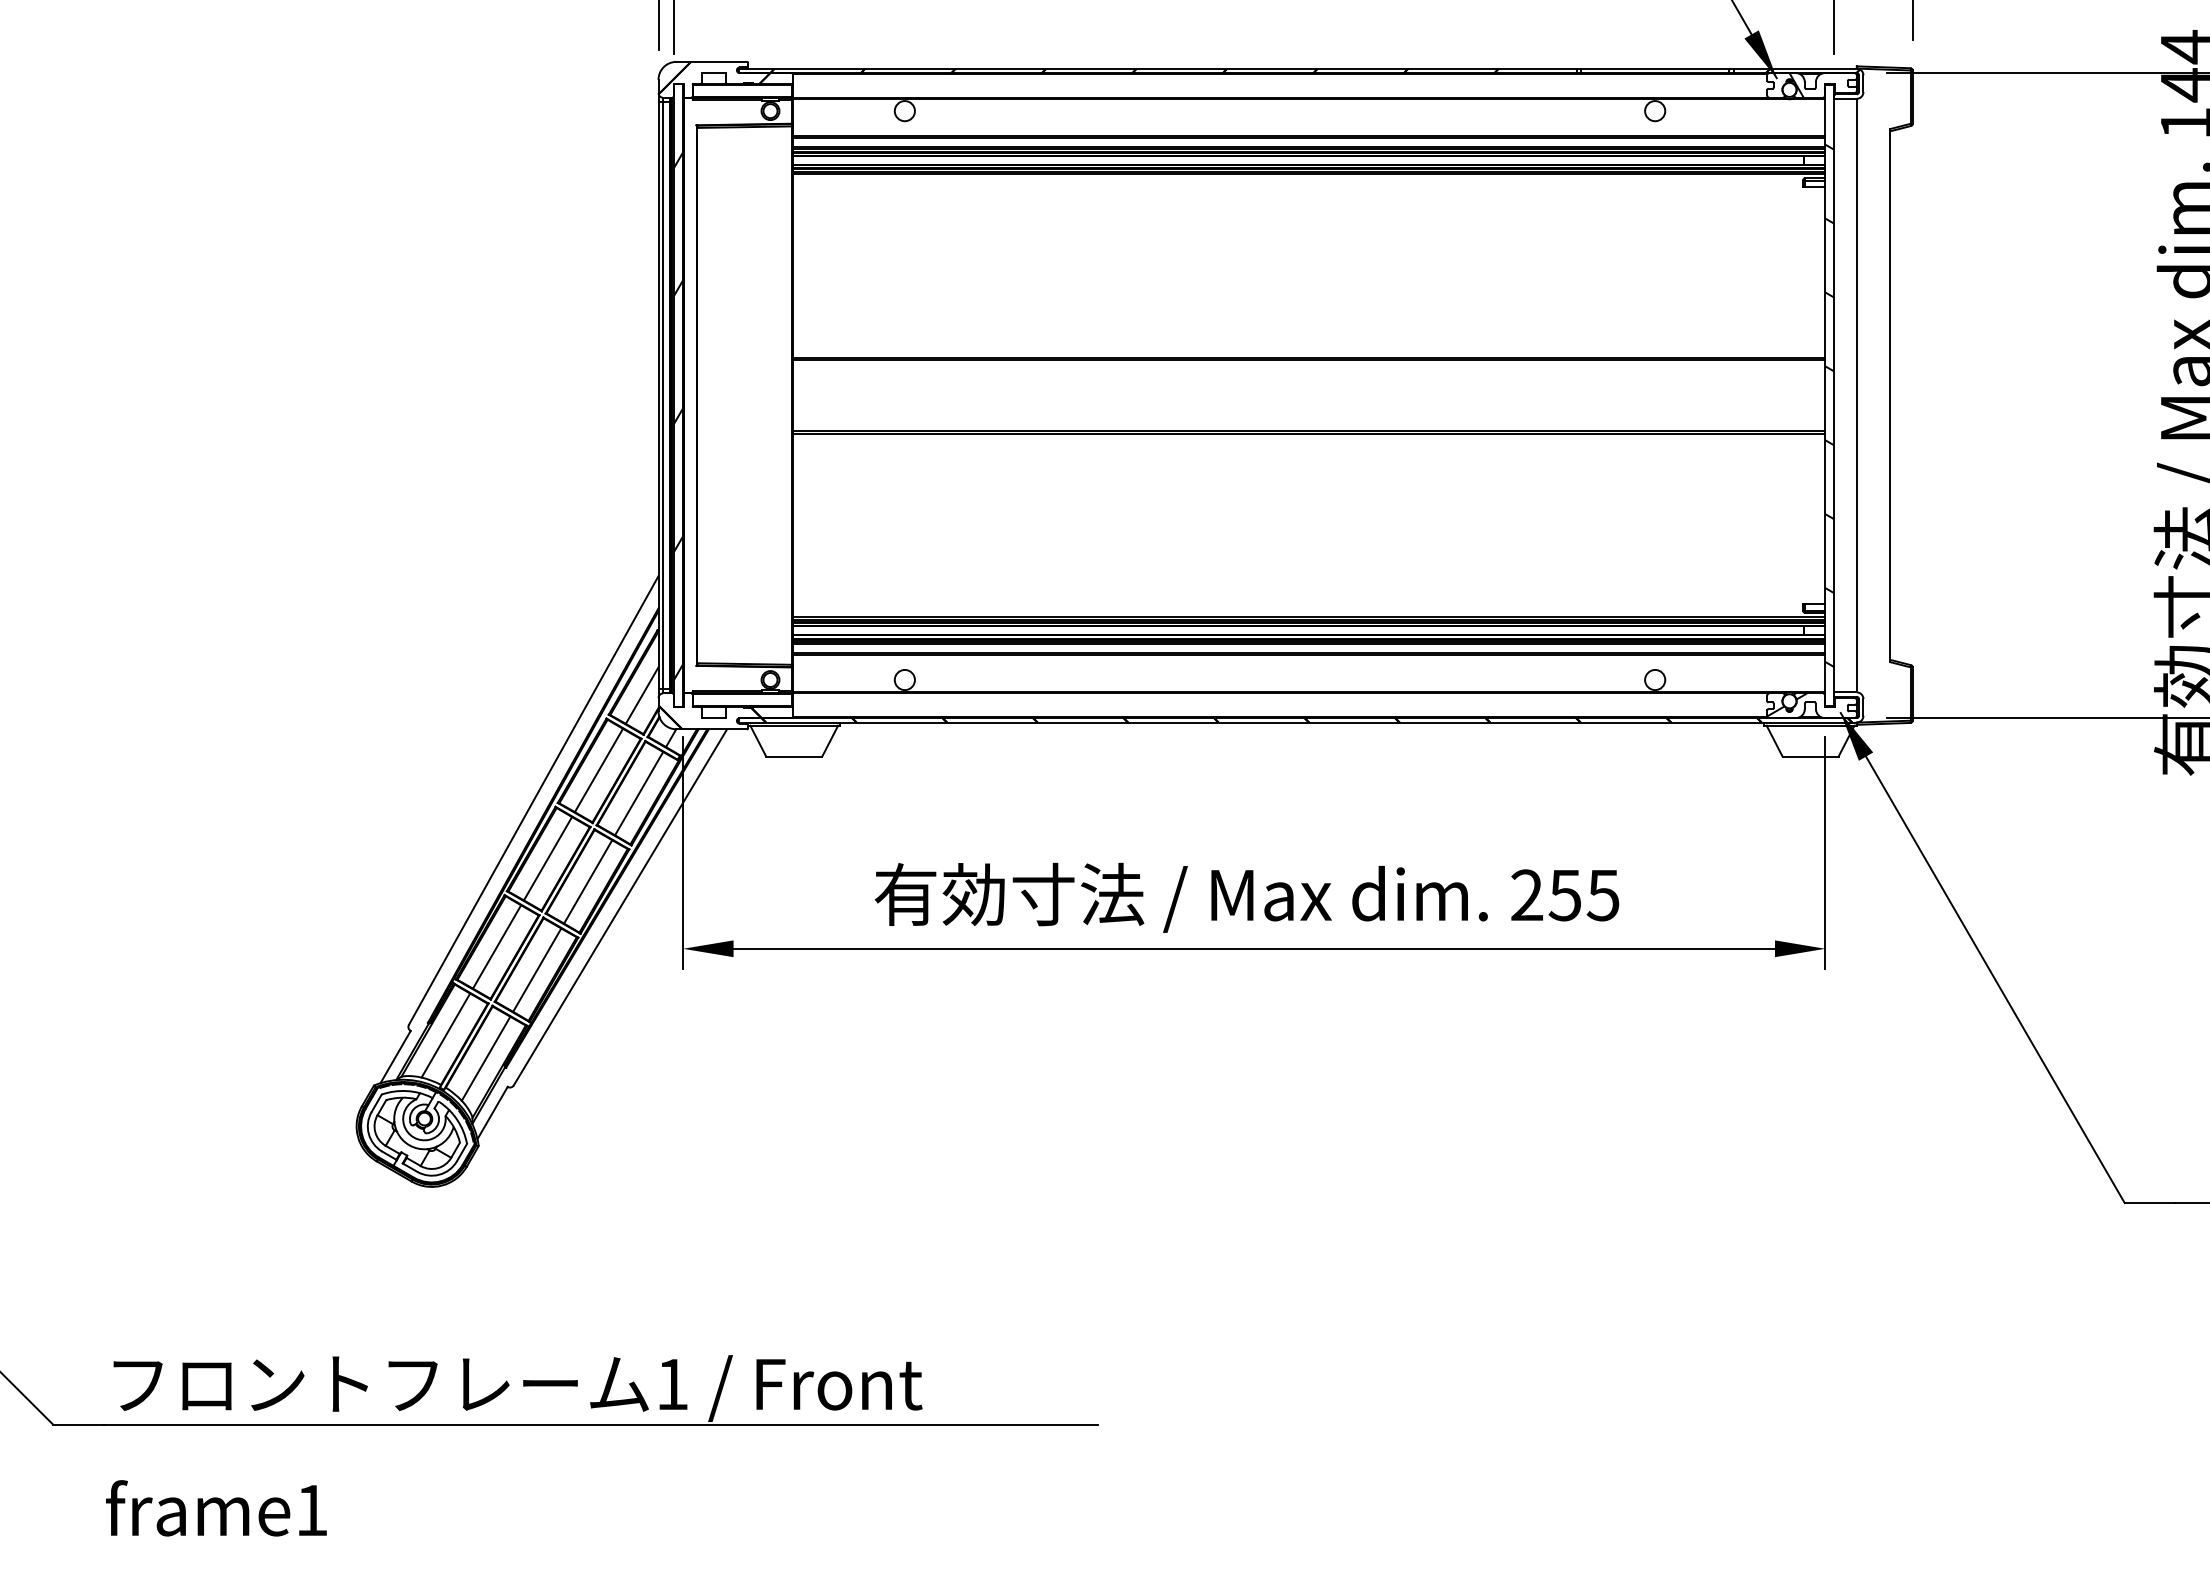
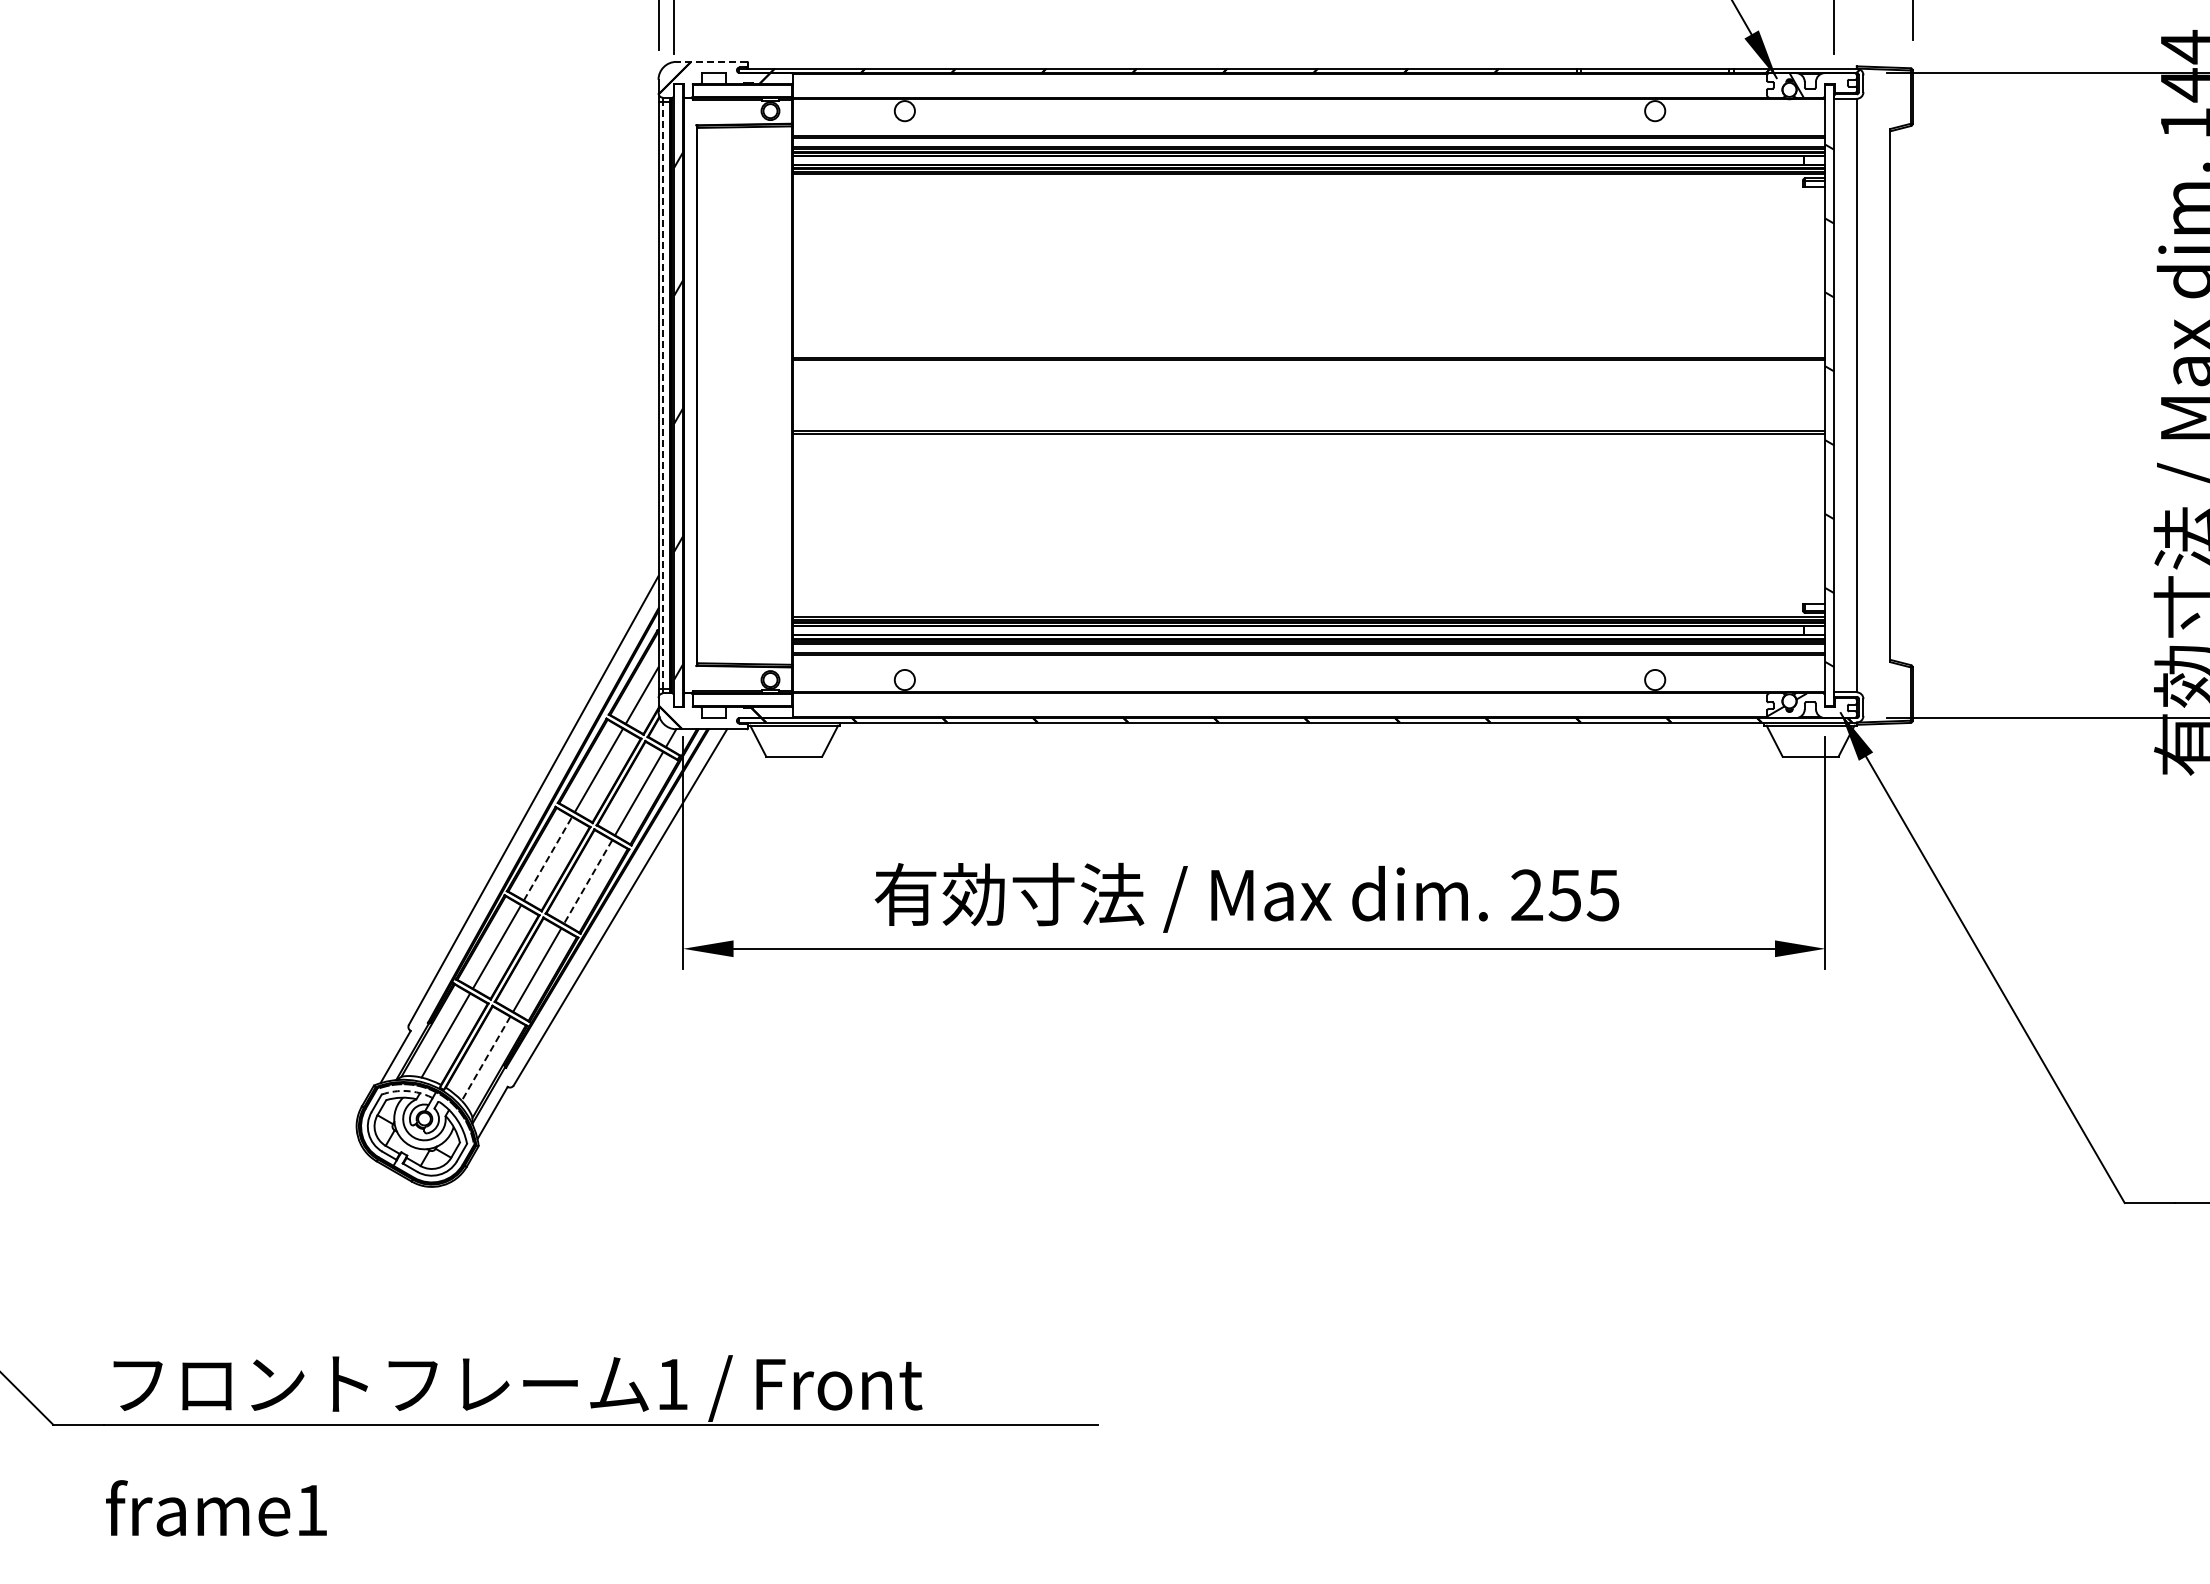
line at (711, 61): solid -> dashed
line at (663, 395): solid -> dashed
line at (548, 858): solid -> dashed
line at (587, 882): solid -> dashed
line at (486, 1058): solid -> dashed
arc at (406, 1091): solid -> dashed
